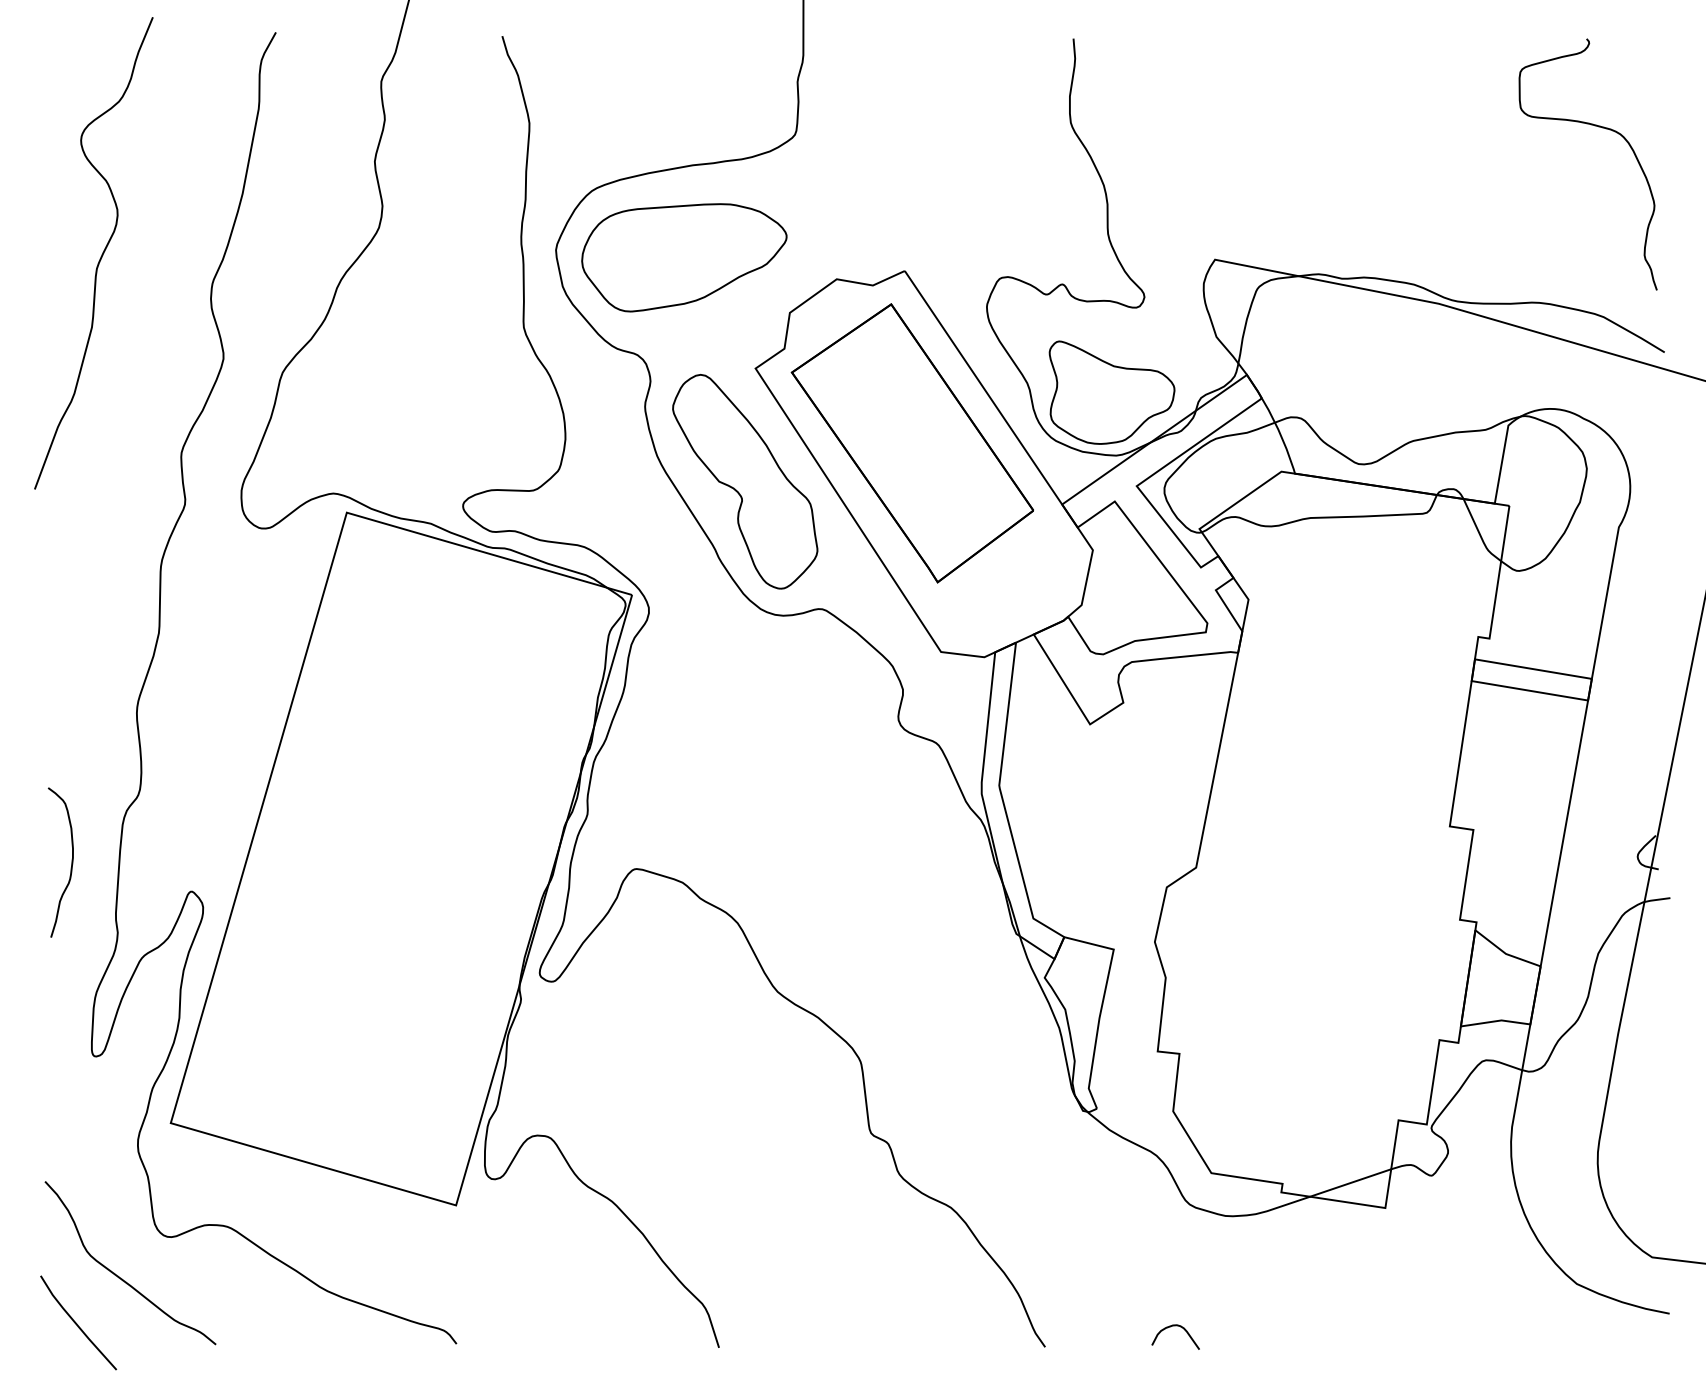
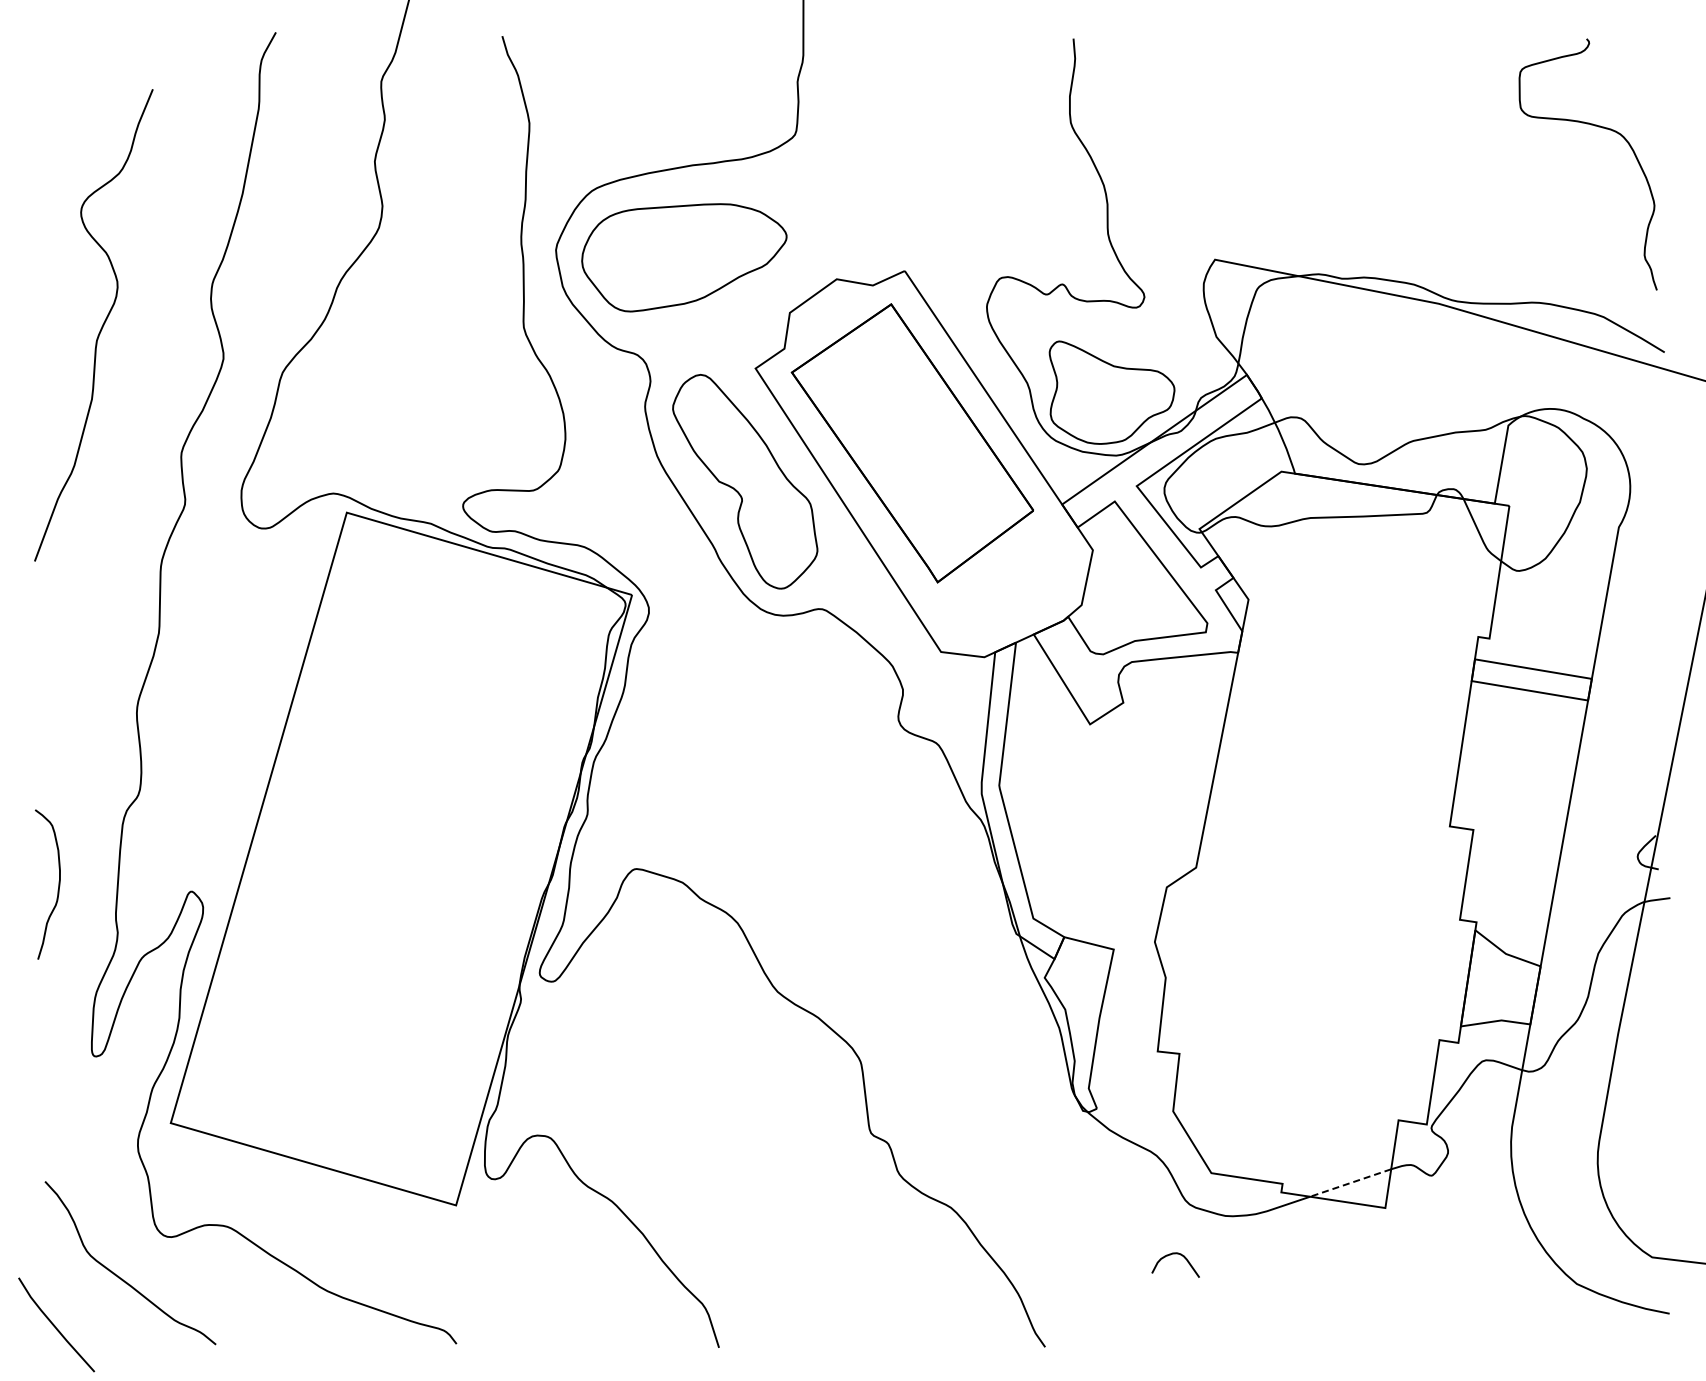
curve at (100, 256) position: (100, 256) -> (100, 328)
curve at (71, 862) position: (71, 862) -> (58, 884)
line at (1350, 1183): solid -> dashed
line at (77, 1323) position: (77, 1323) -> (55, 1325)
curve at (1175, 1326) position: (1175, 1326) -> (1175, 1254)
